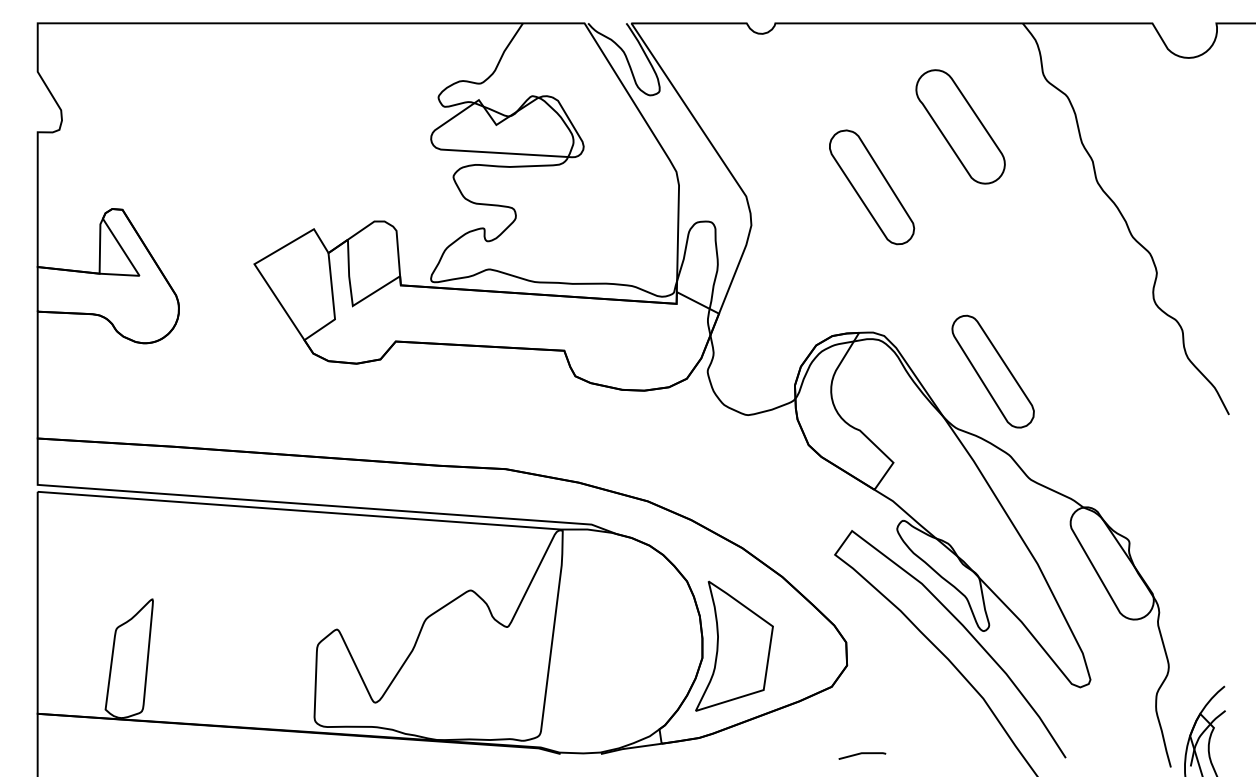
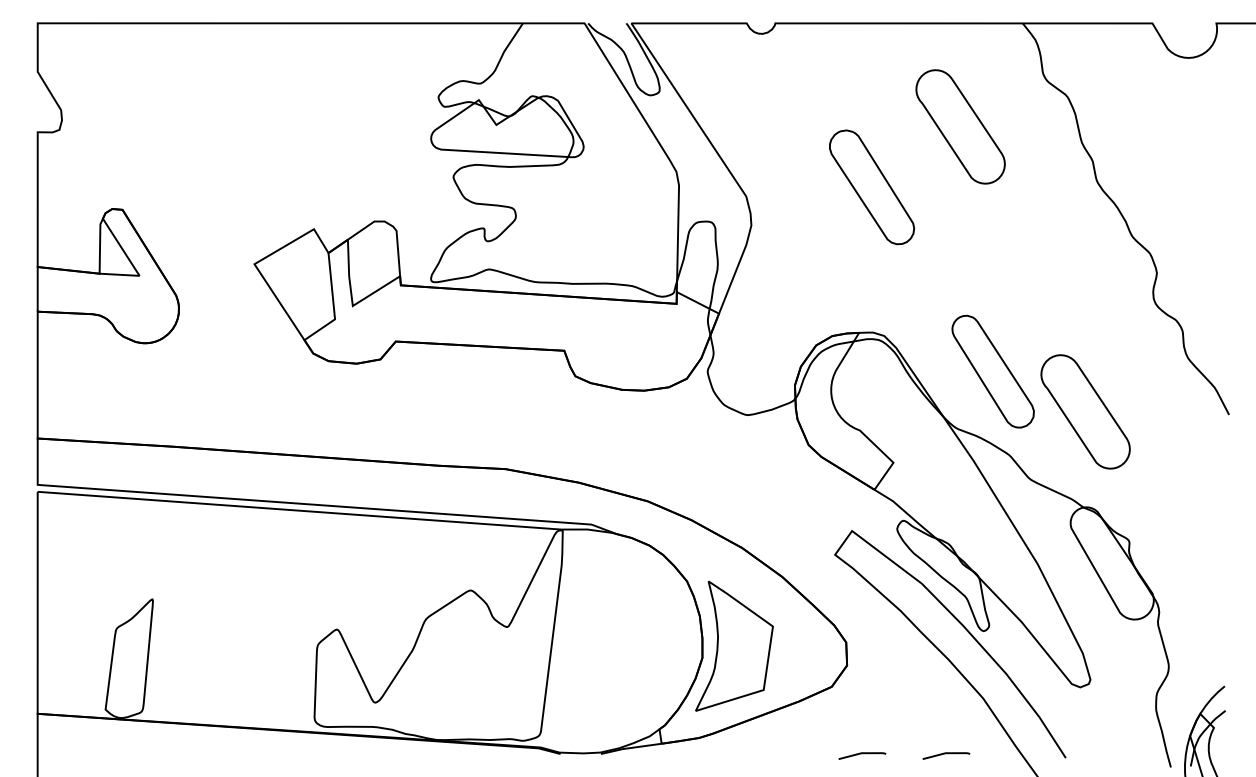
part at (1085, 411): none -> present
line at (946, 754): none -> present
